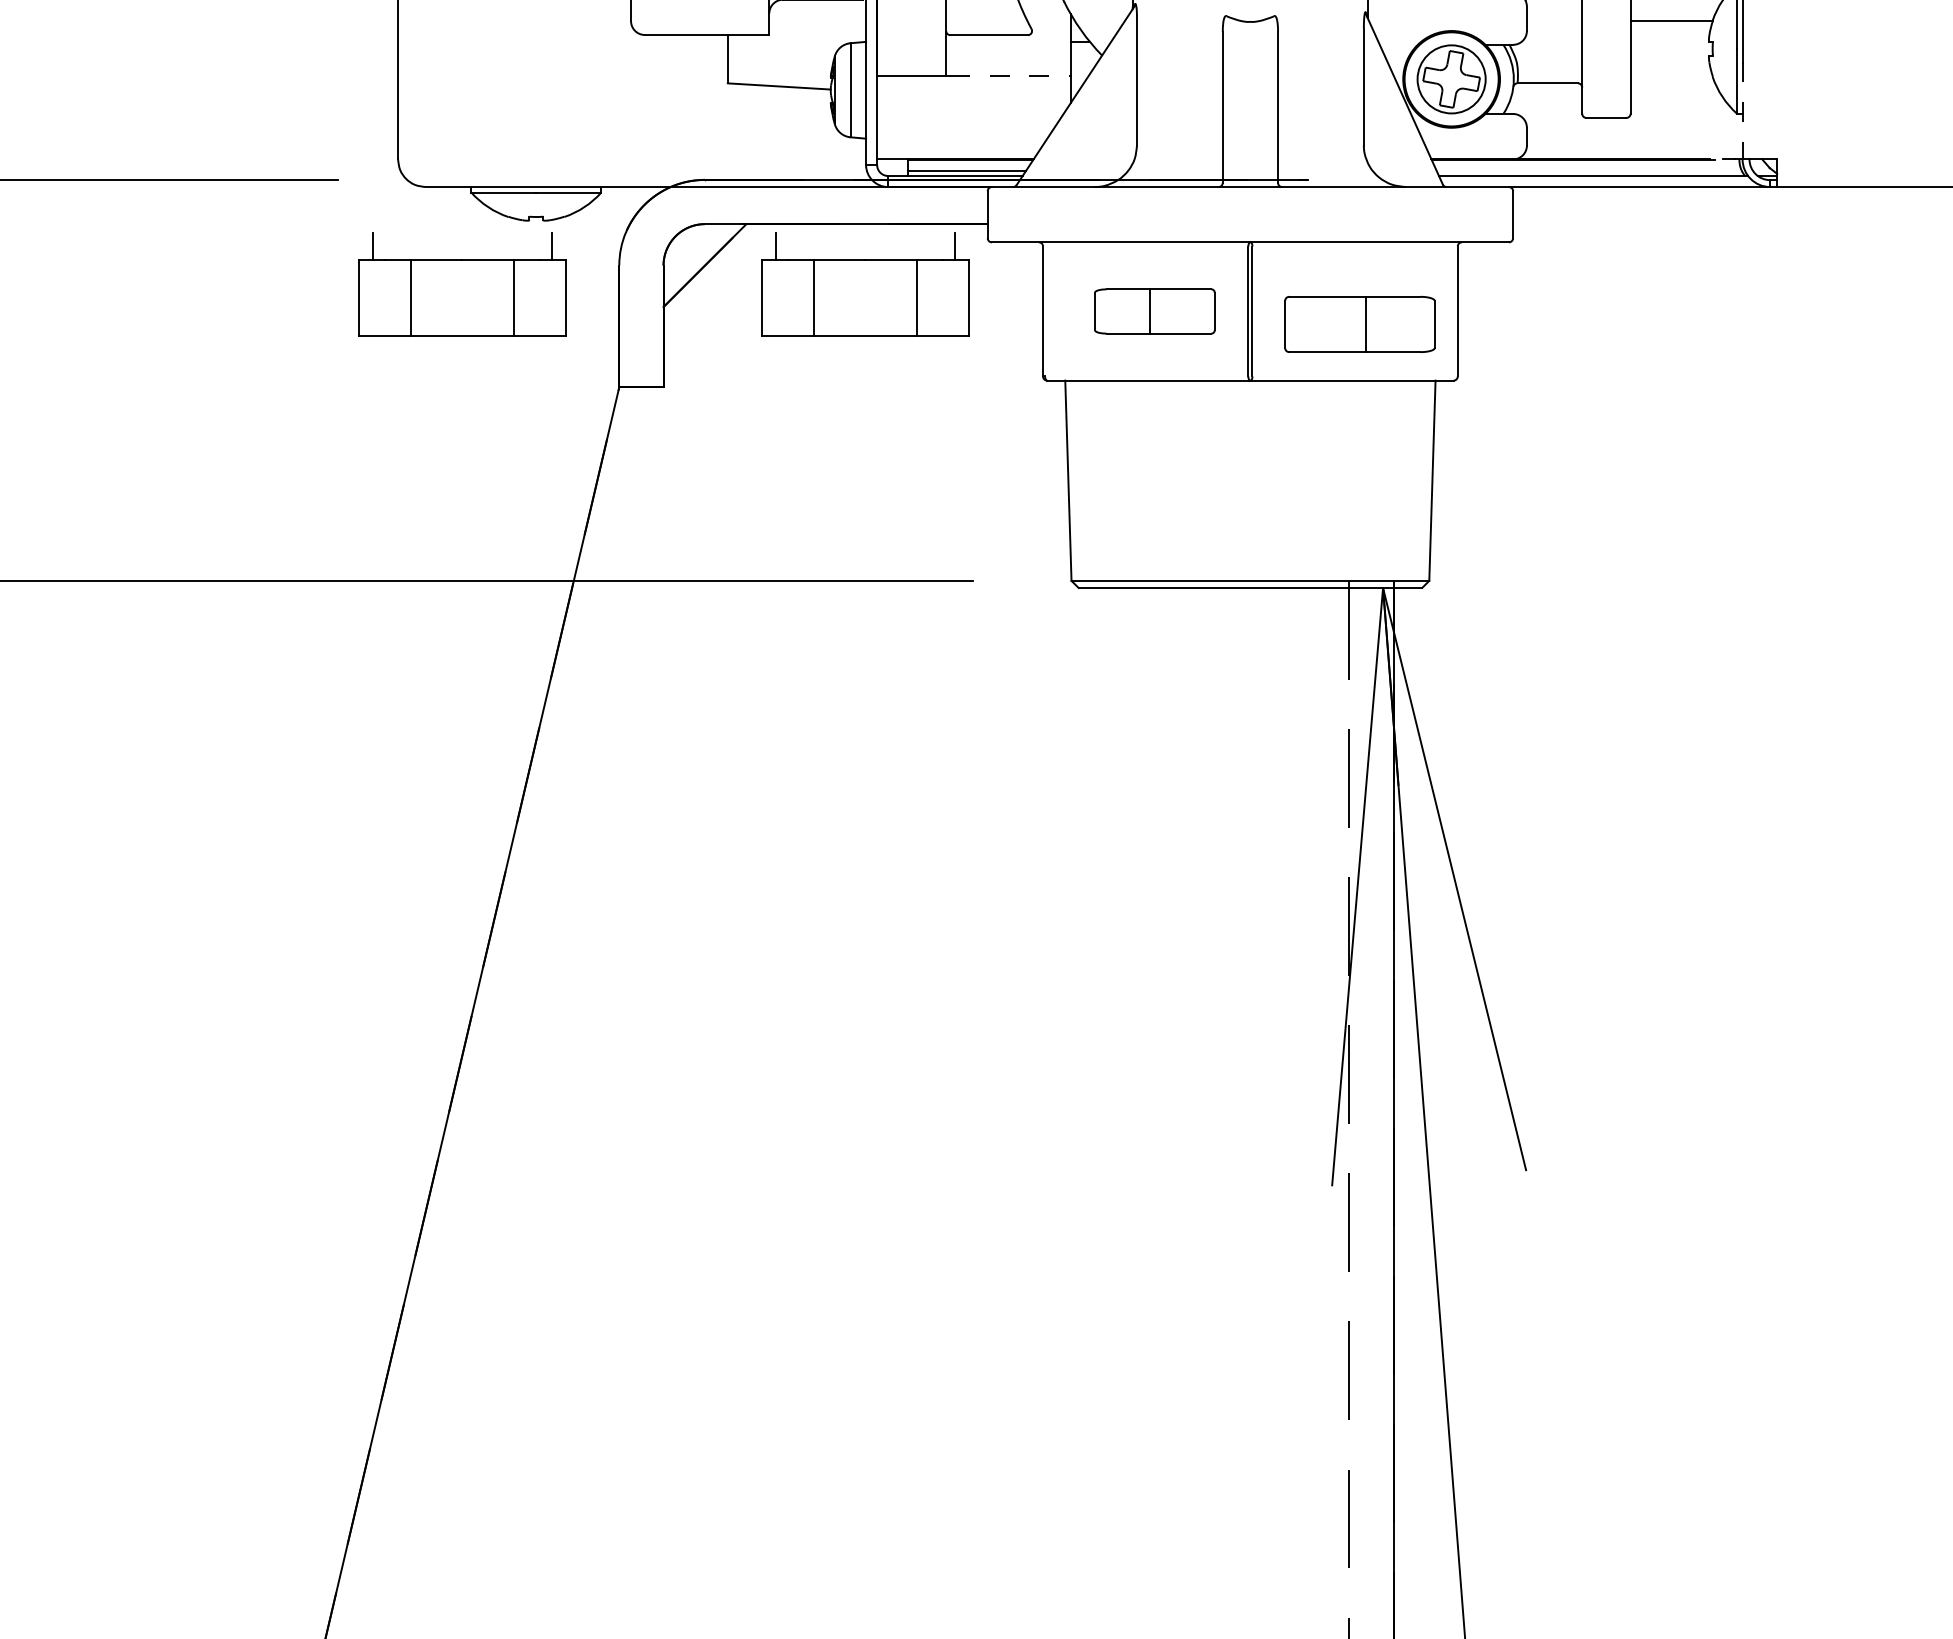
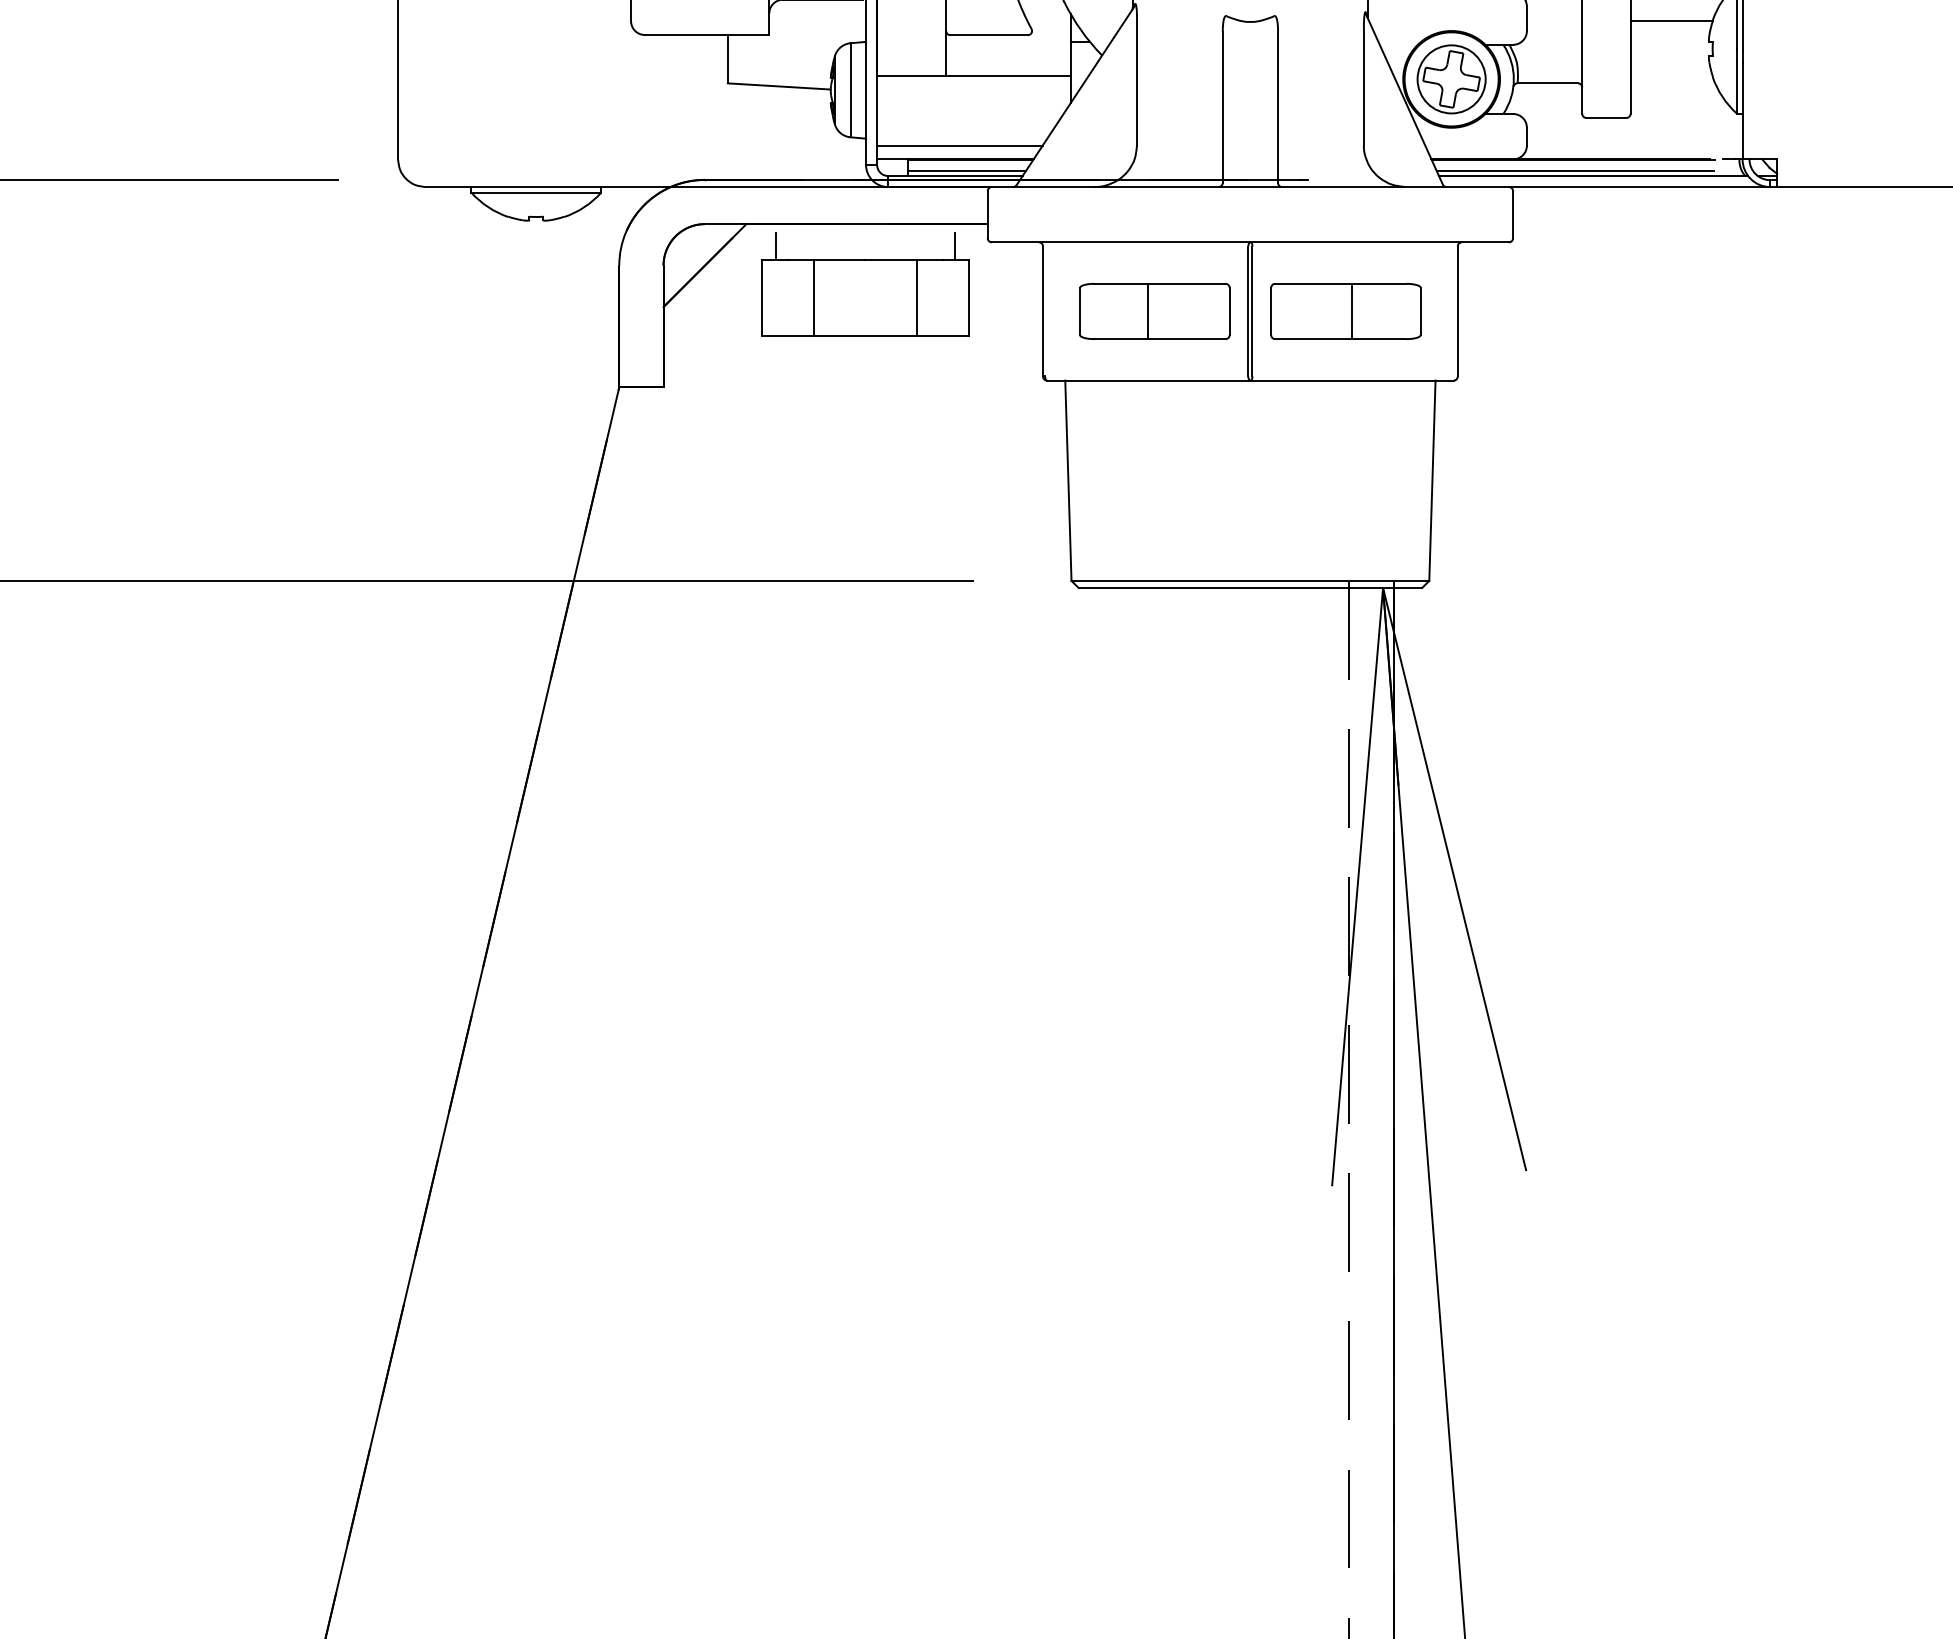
line at (1011, 76): dashed -> solid
line at (1742, 111): dashed -> solid
line at (959, 145): none -> present
line at (1575, 170): none -> present
part at (462, 284): present -> none
part at (1154, 311) size: 122x47 px -> 152x57 px
part at (1359, 324) position: (1359, 324) -> (1345, 311)
